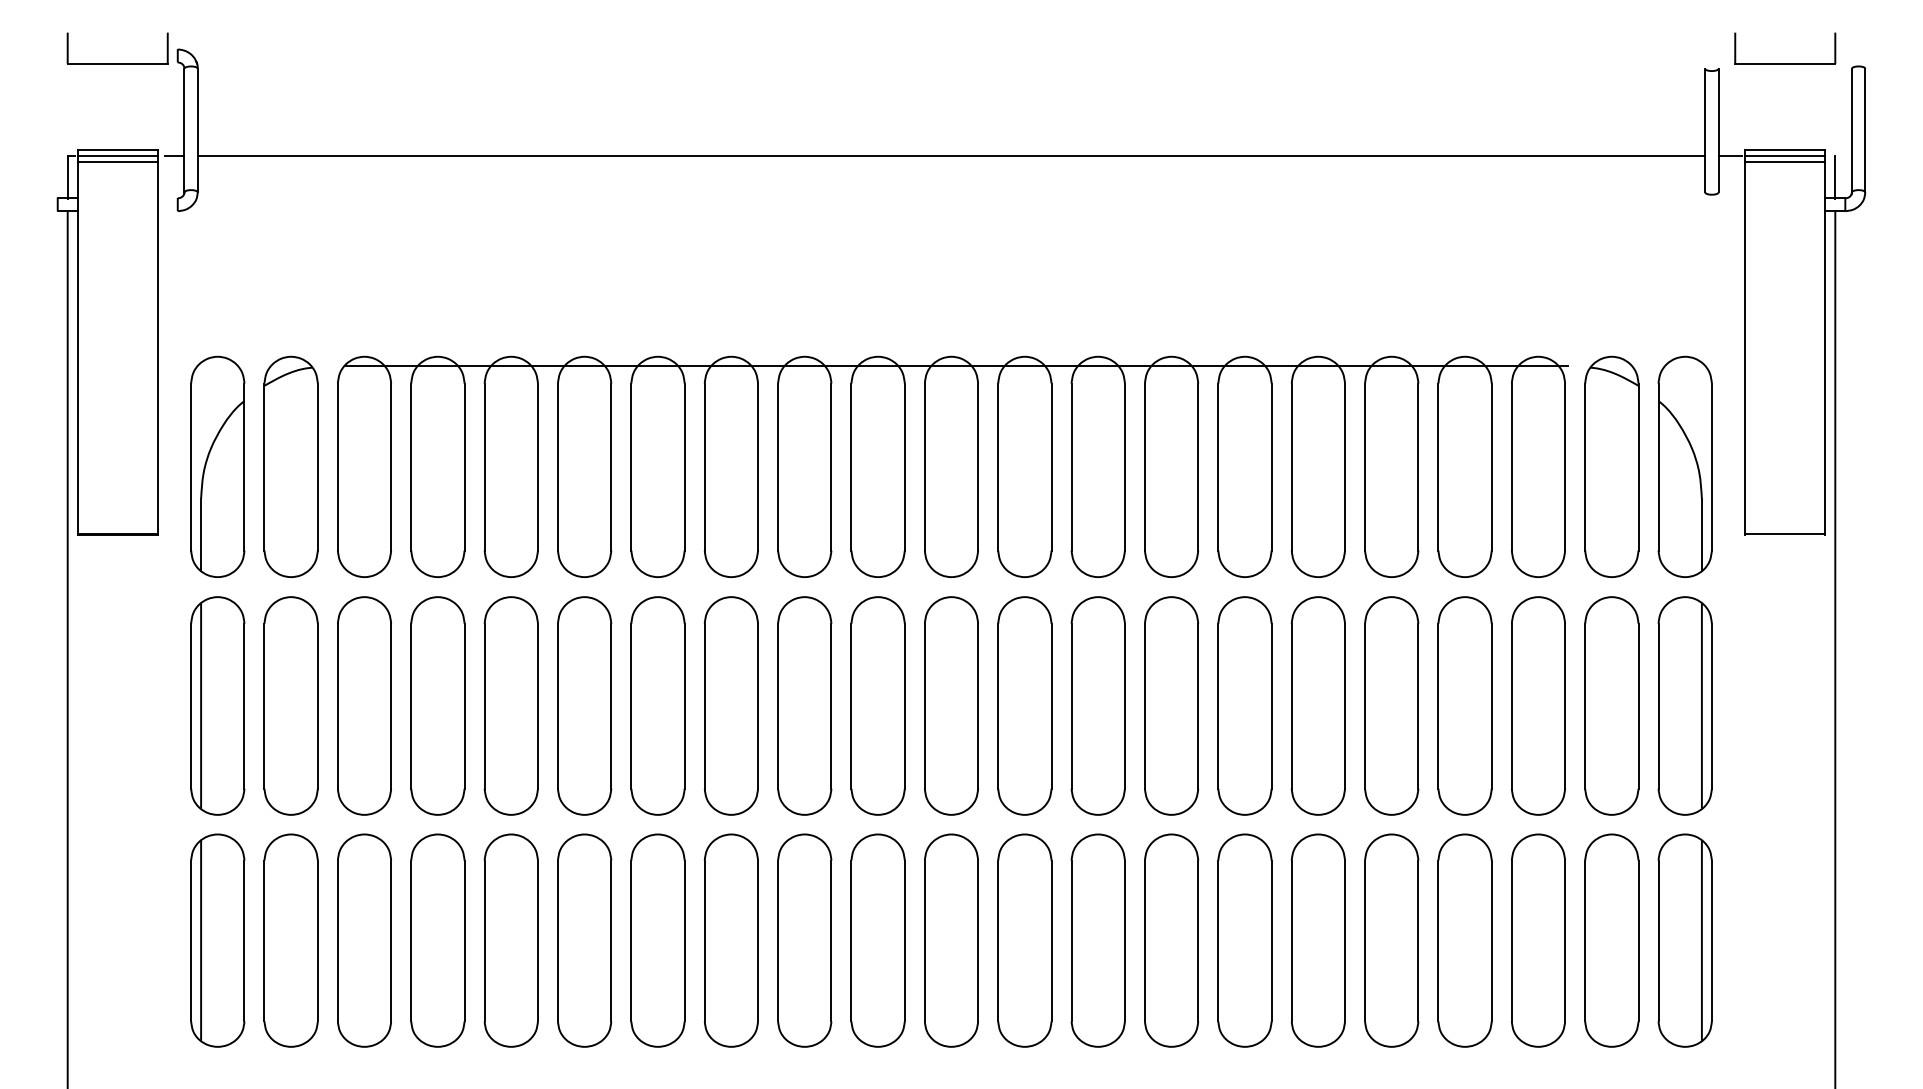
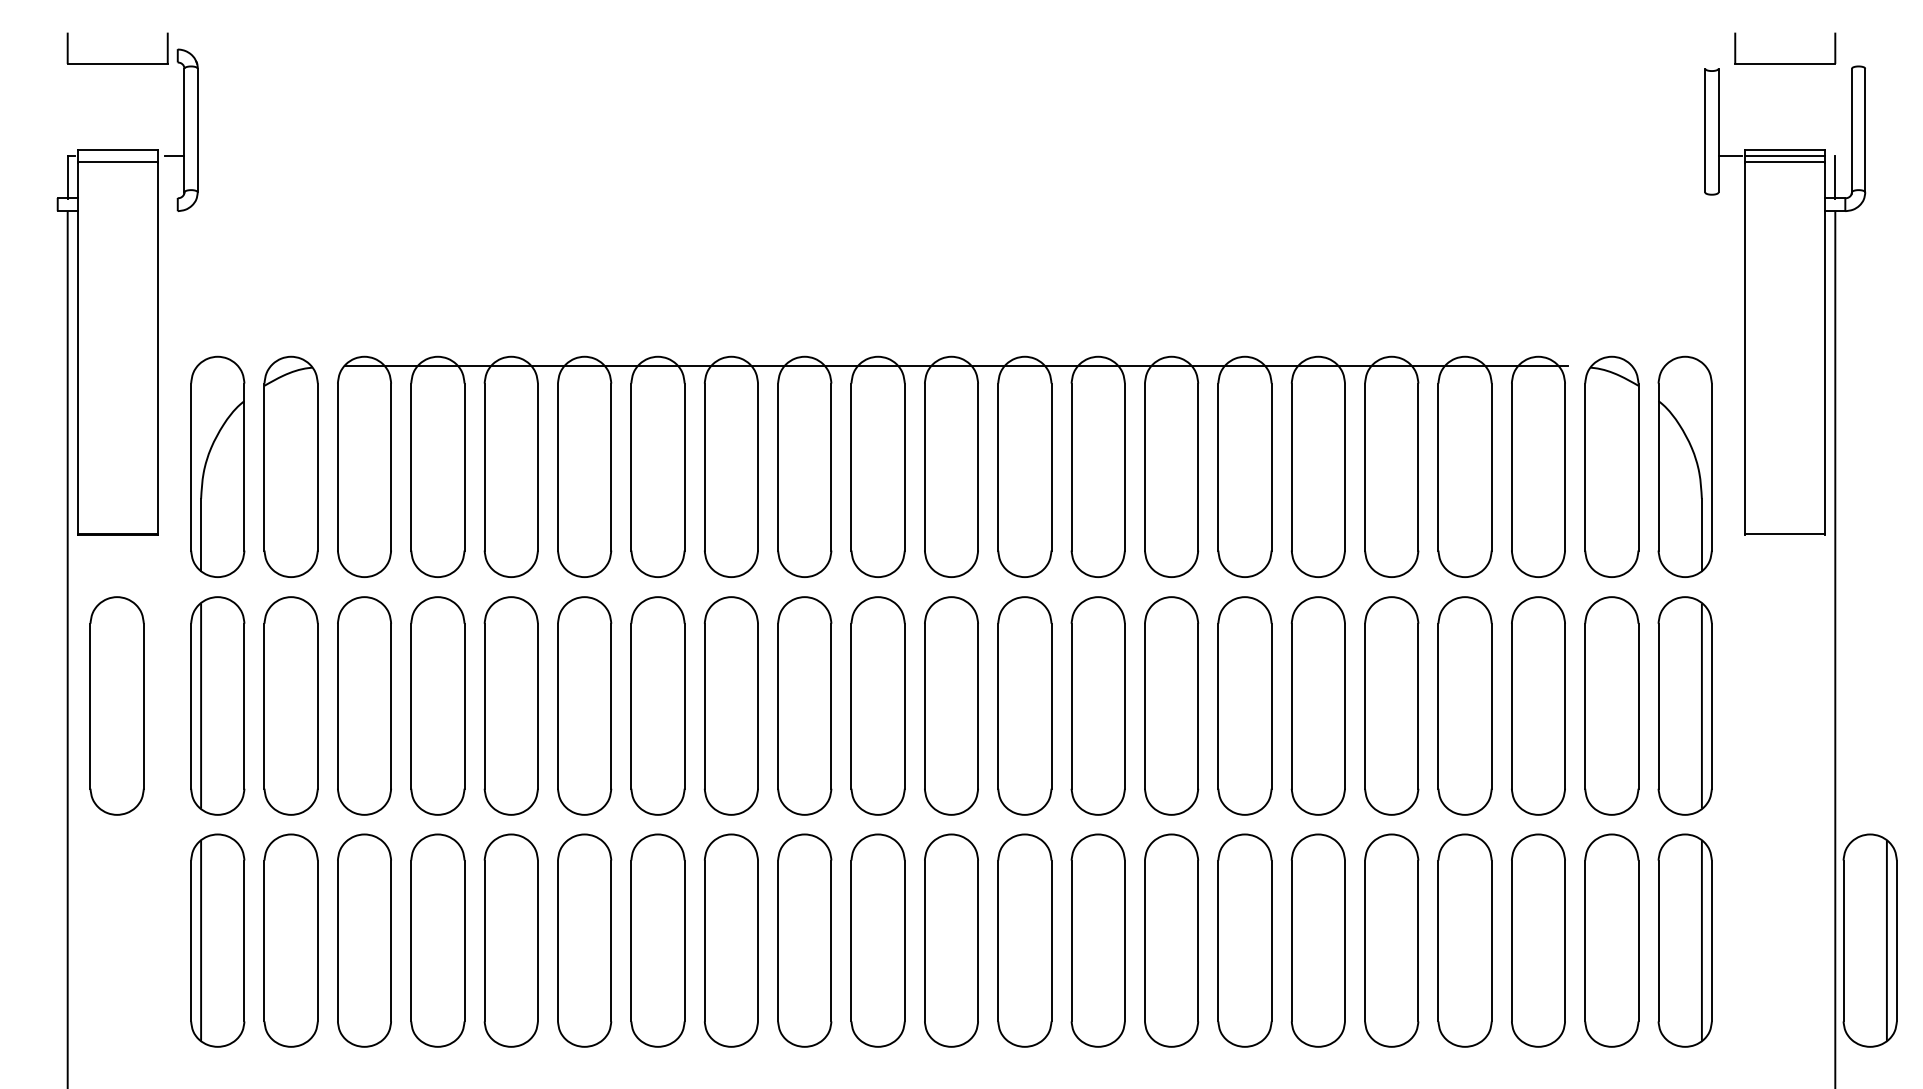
line at (117, 156): present -> none
line at (951, 156): present -> none
part at (116, 705): none -> present
part at (1869, 940): none -> present
